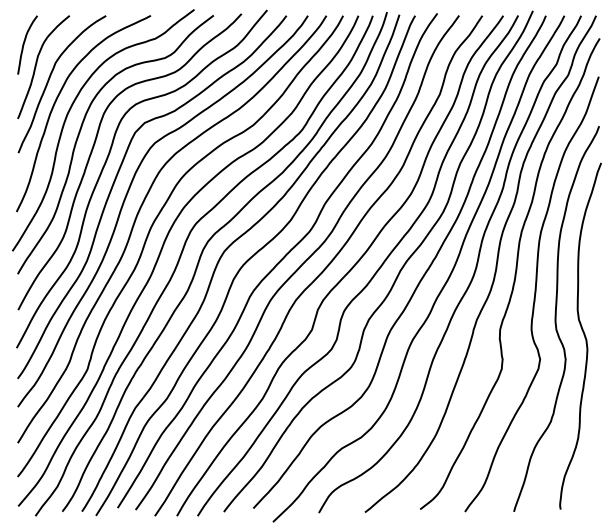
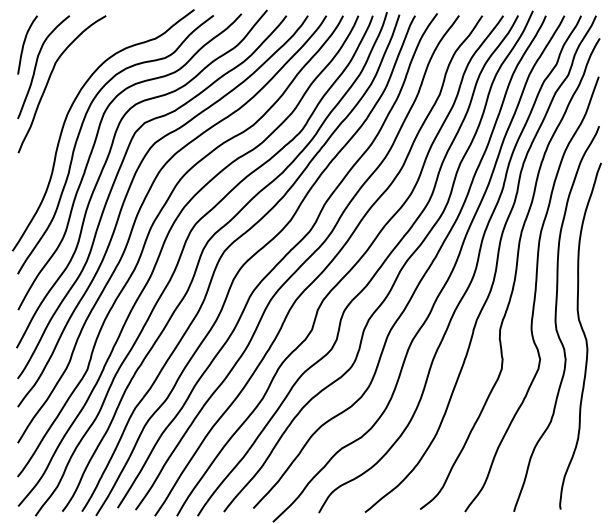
curve at (56, 102): present -> none
